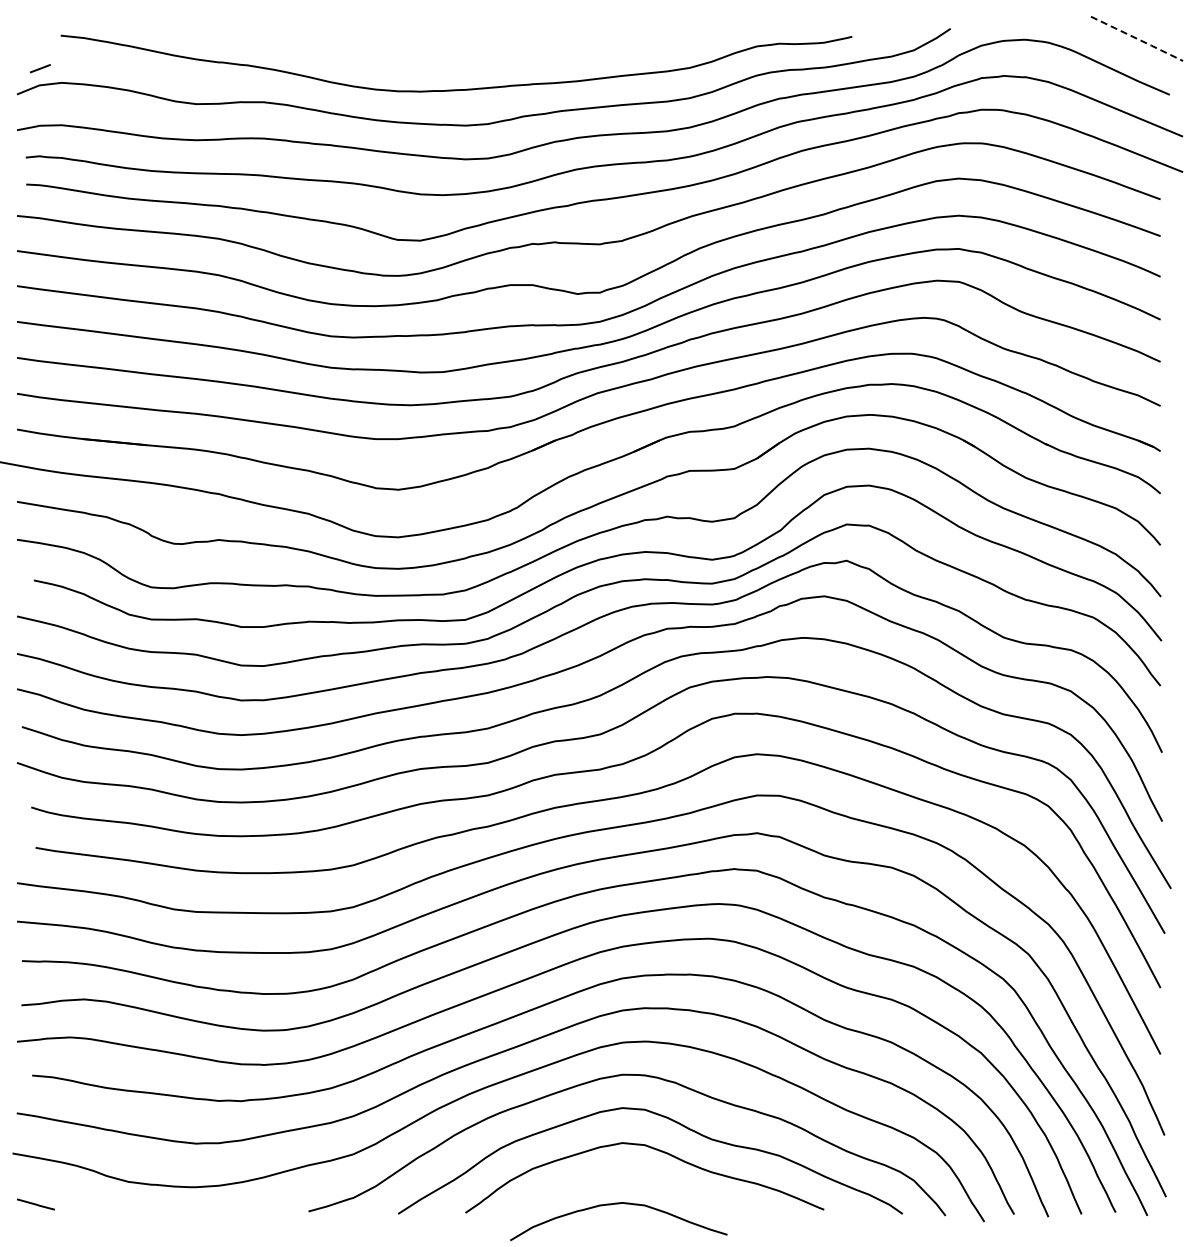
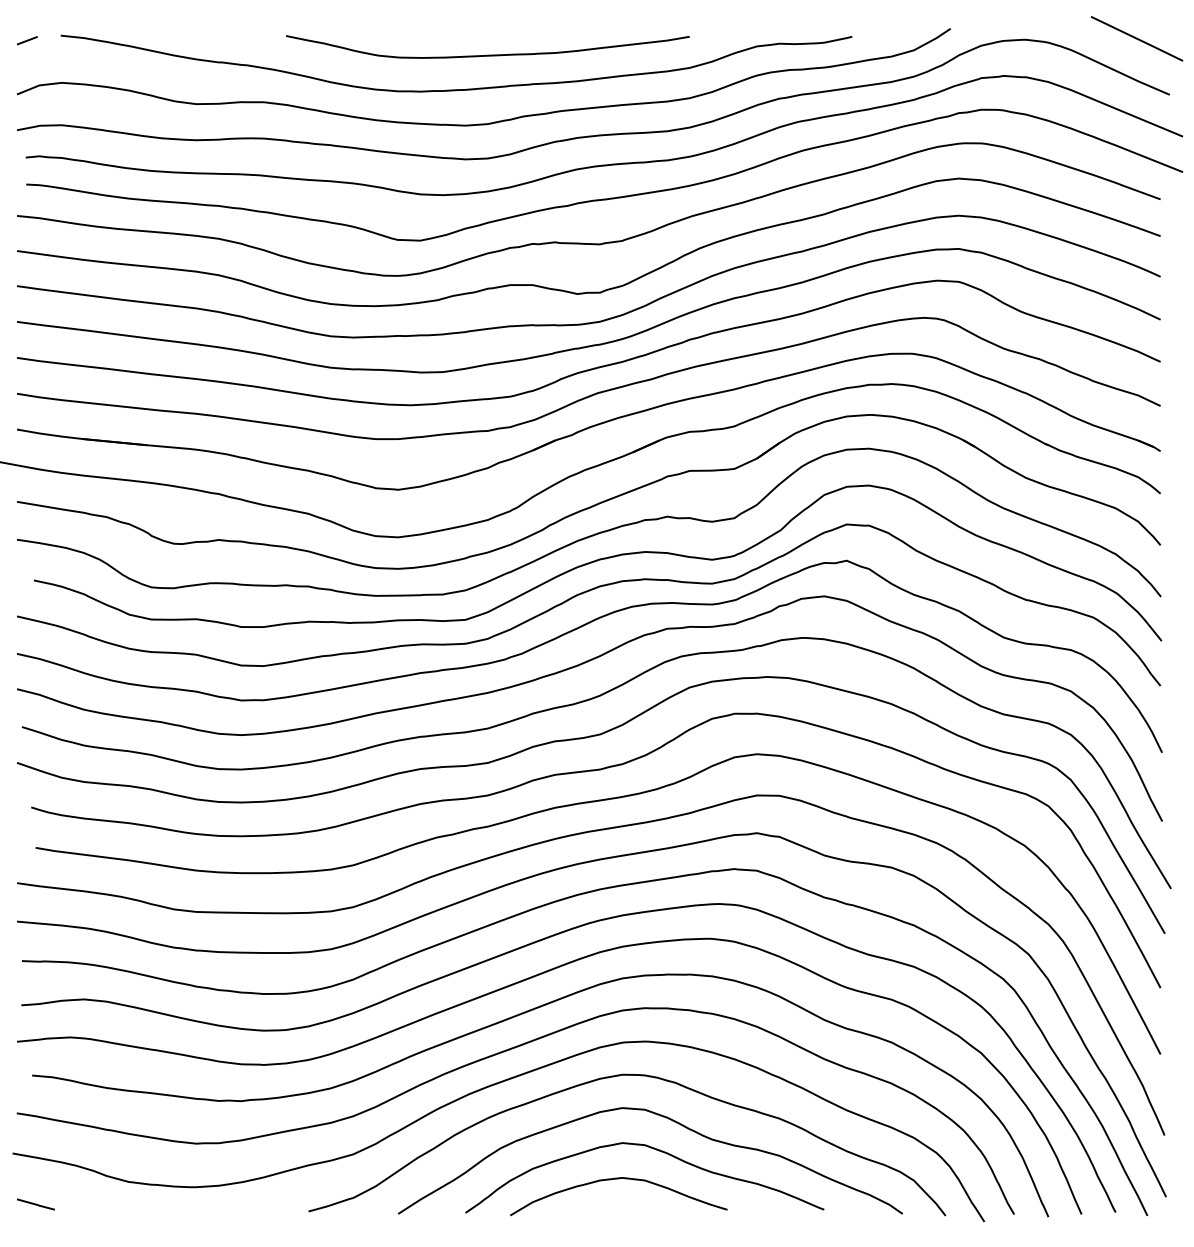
line at (1137, 38): dashed -> solid
curve at (487, 54): none -> present
line at (40, 68) position: (40, 68) -> (27, 40)
curve at (618, 1204) position: (618, 1204) -> (618, 1179)
